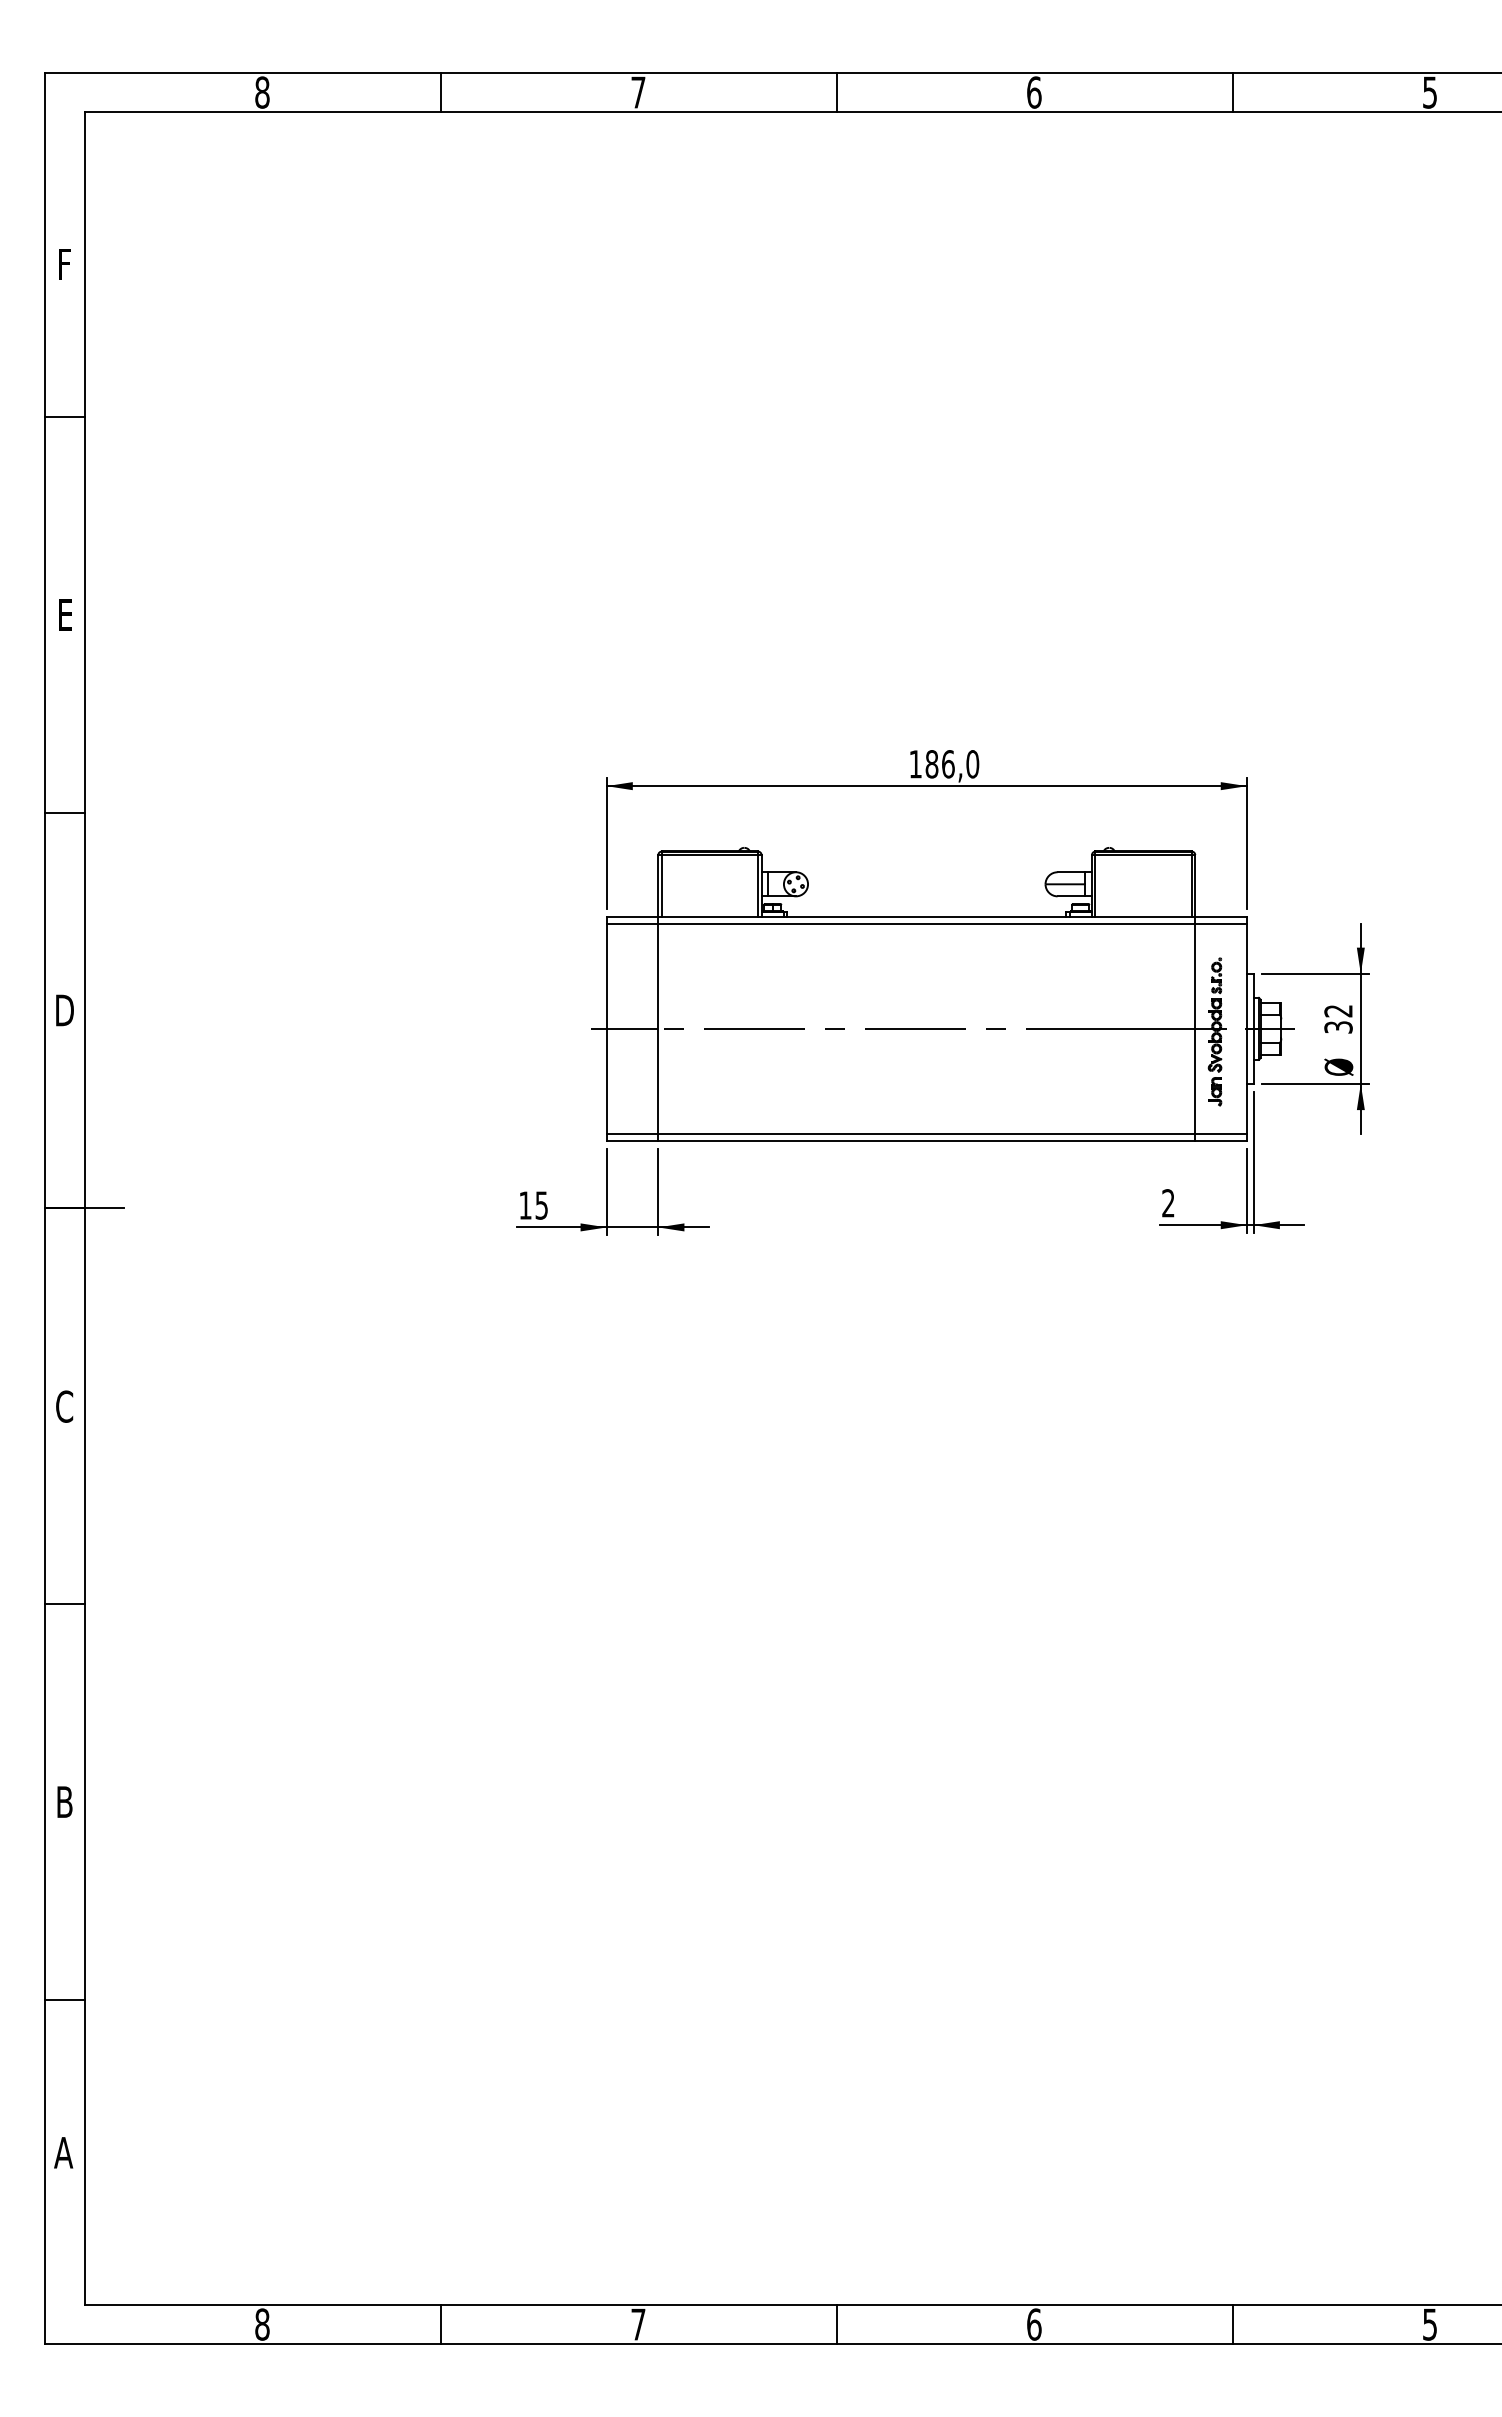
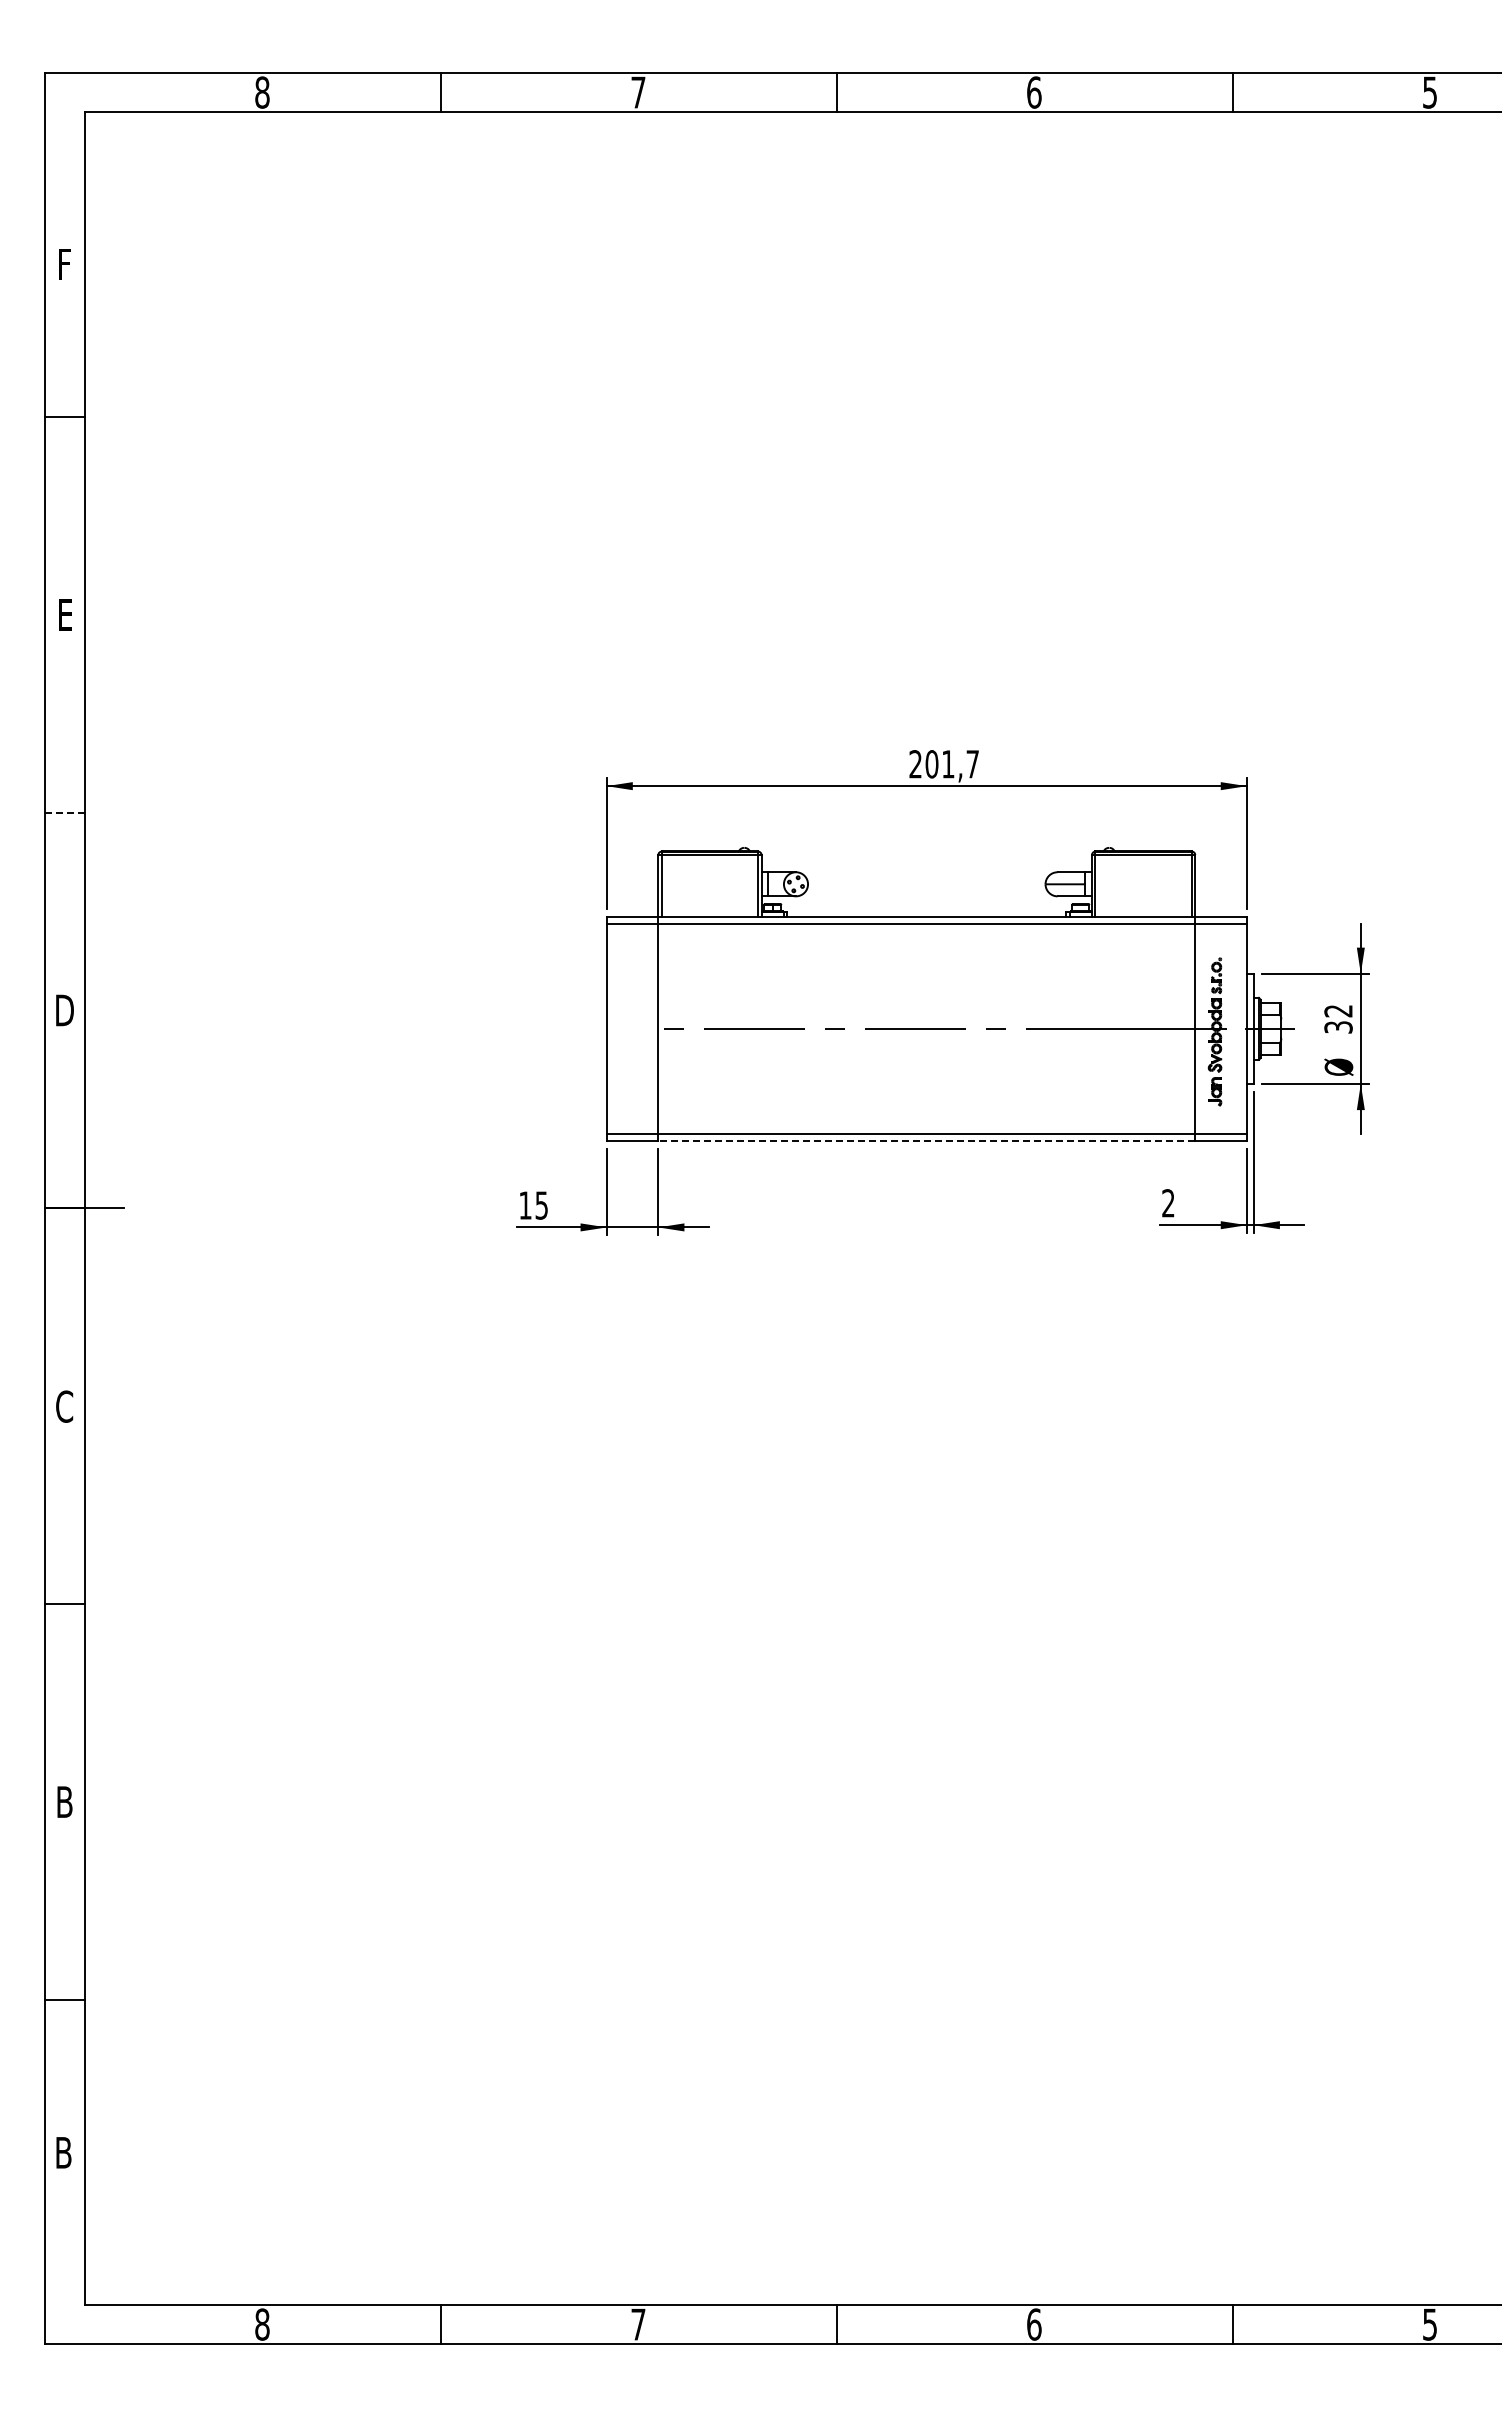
text at (944, 764): 186,0 -> 201,7
line at (64, 812): solid -> dashed
line at (624, 1028): present -> none
line at (926, 1140): solid -> dashed
text at (63, 2152): A -> B
